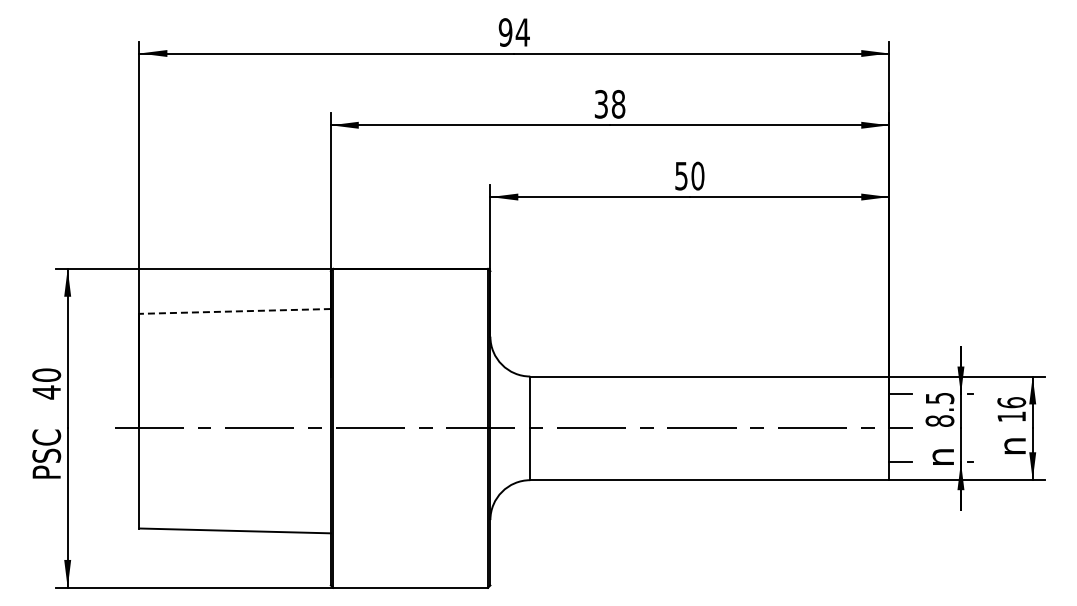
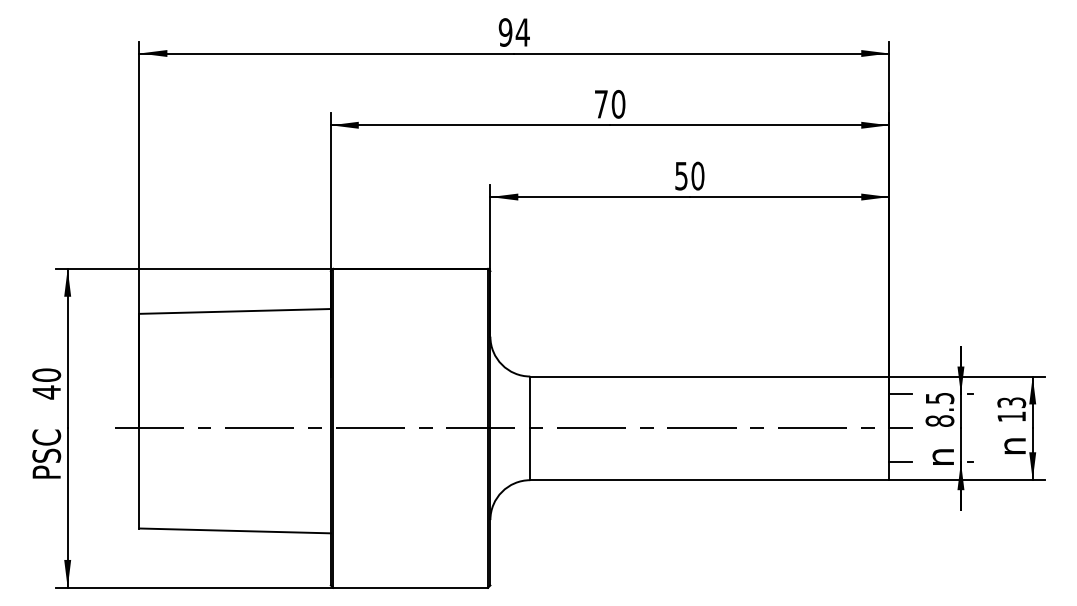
text at (609, 104): 38 -> 70
line at (235, 311): dashed -> solid
text at (1011, 402): 16 -> 13
